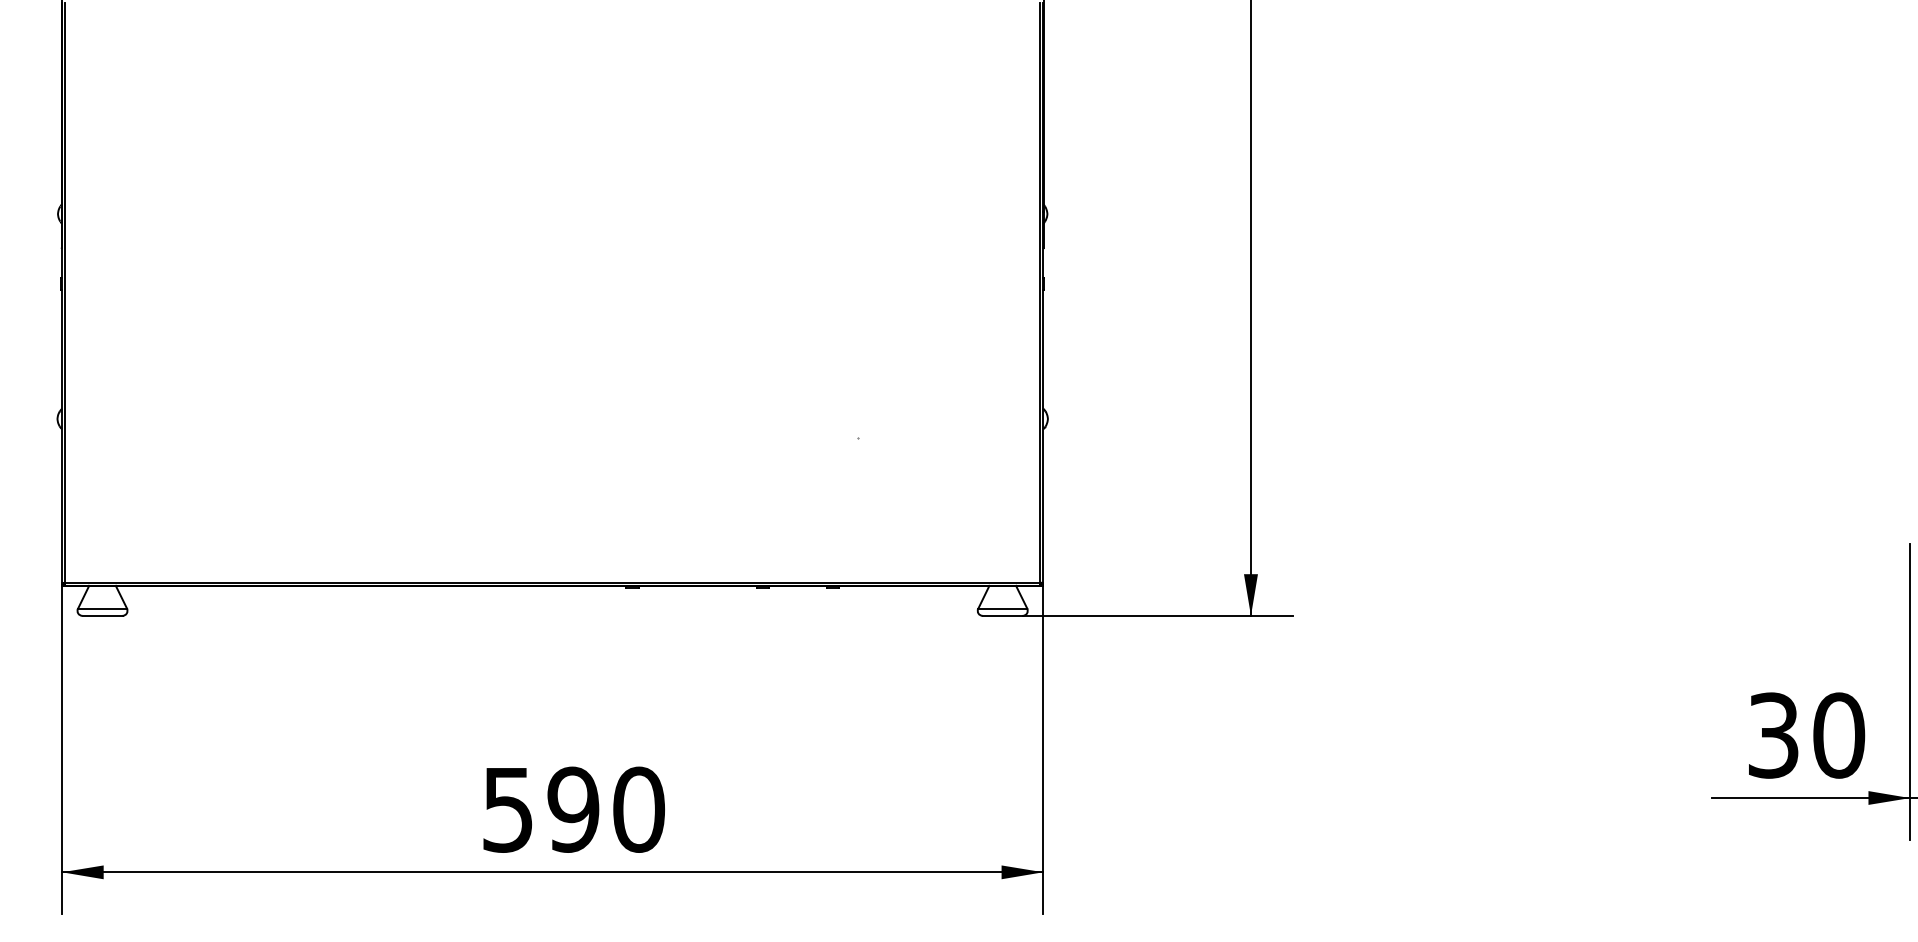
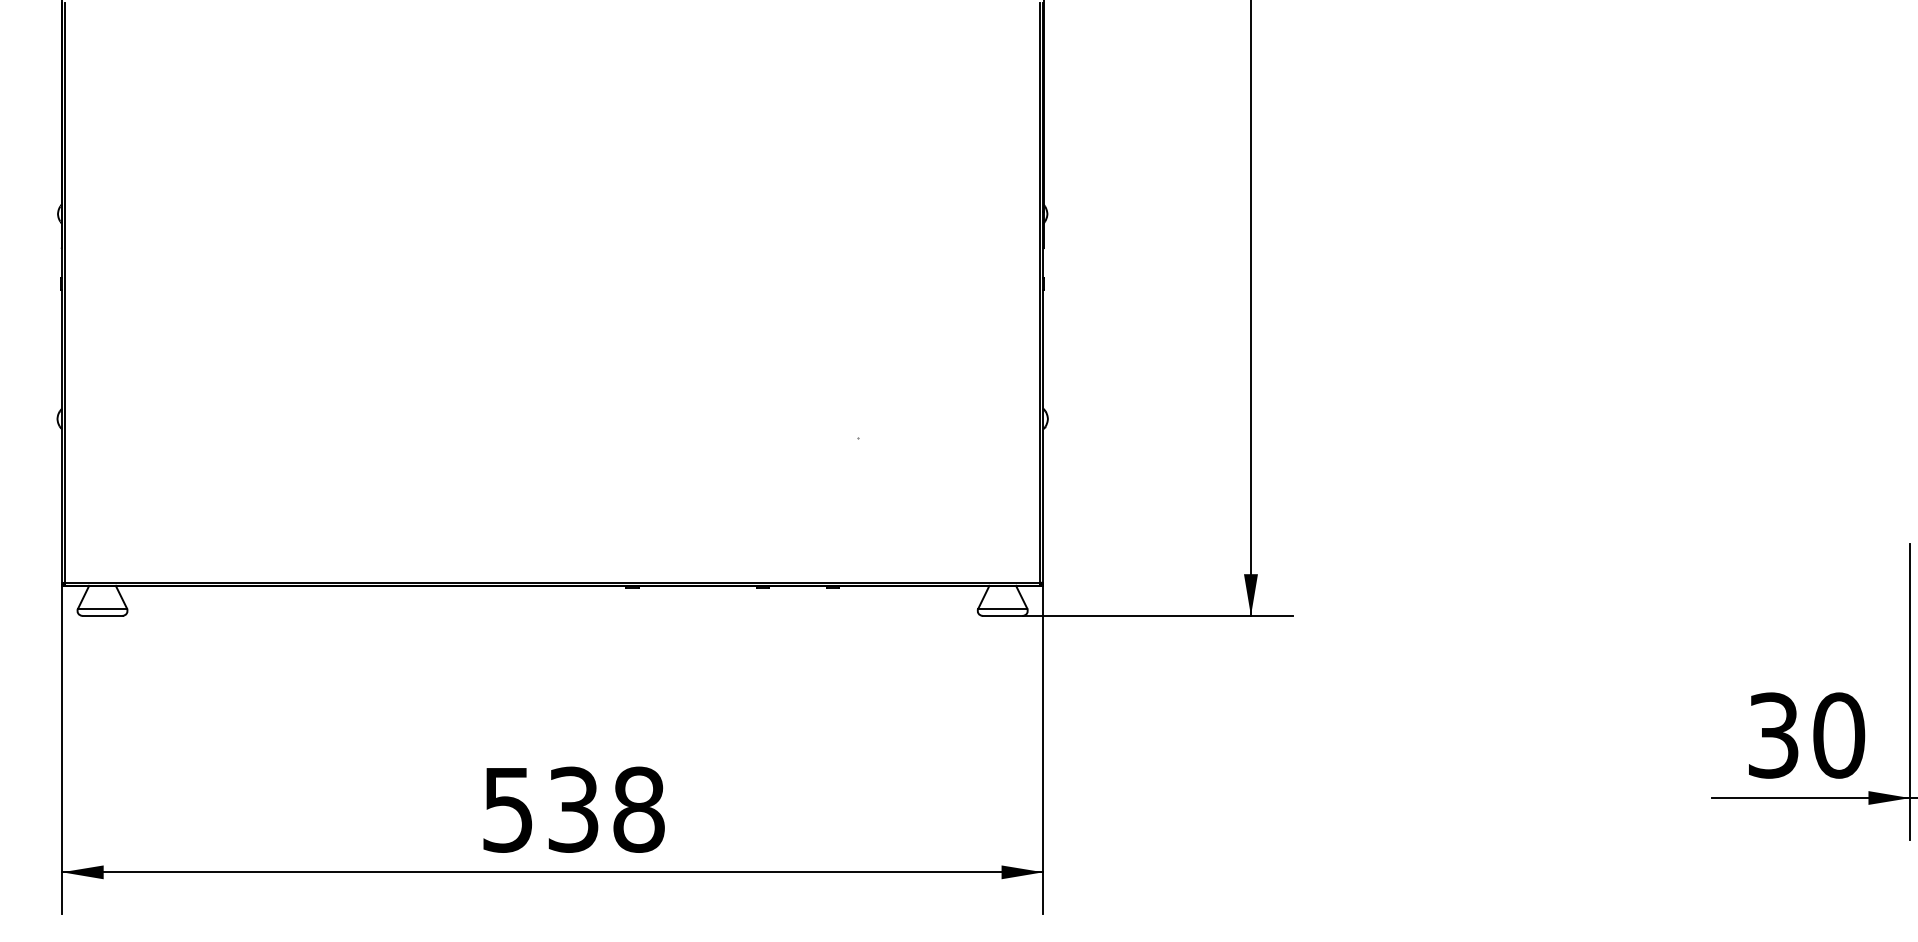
text at (605, 809): 590 -> 538
